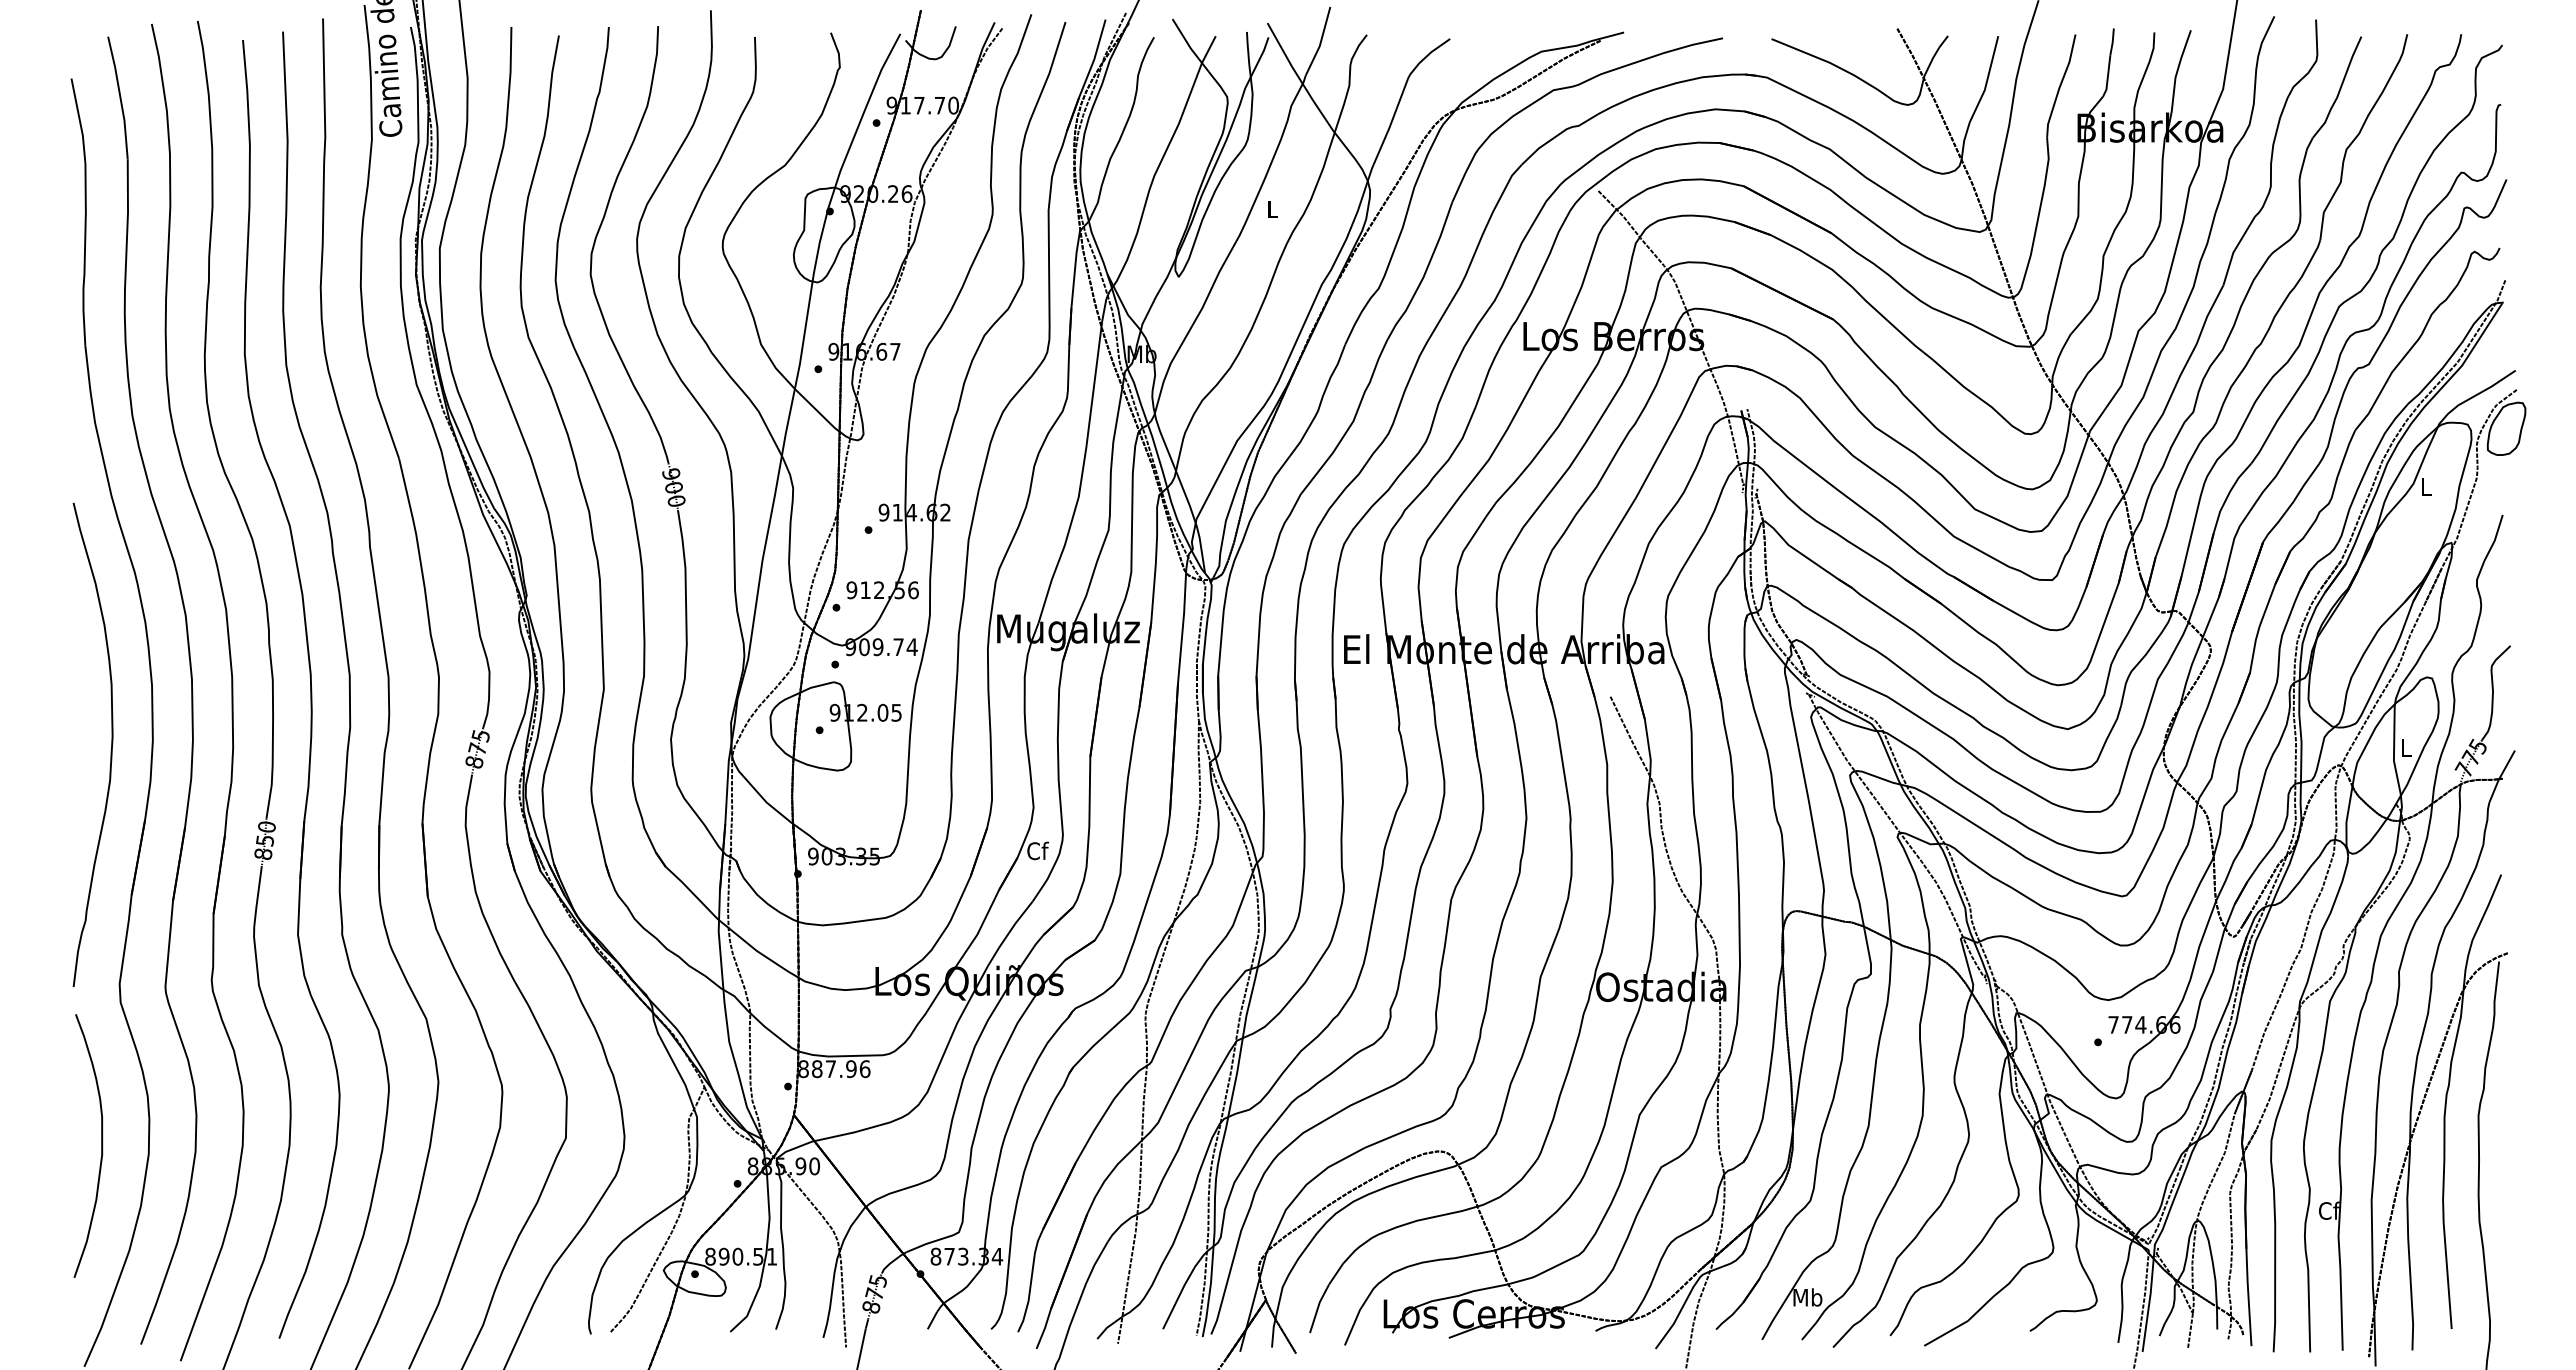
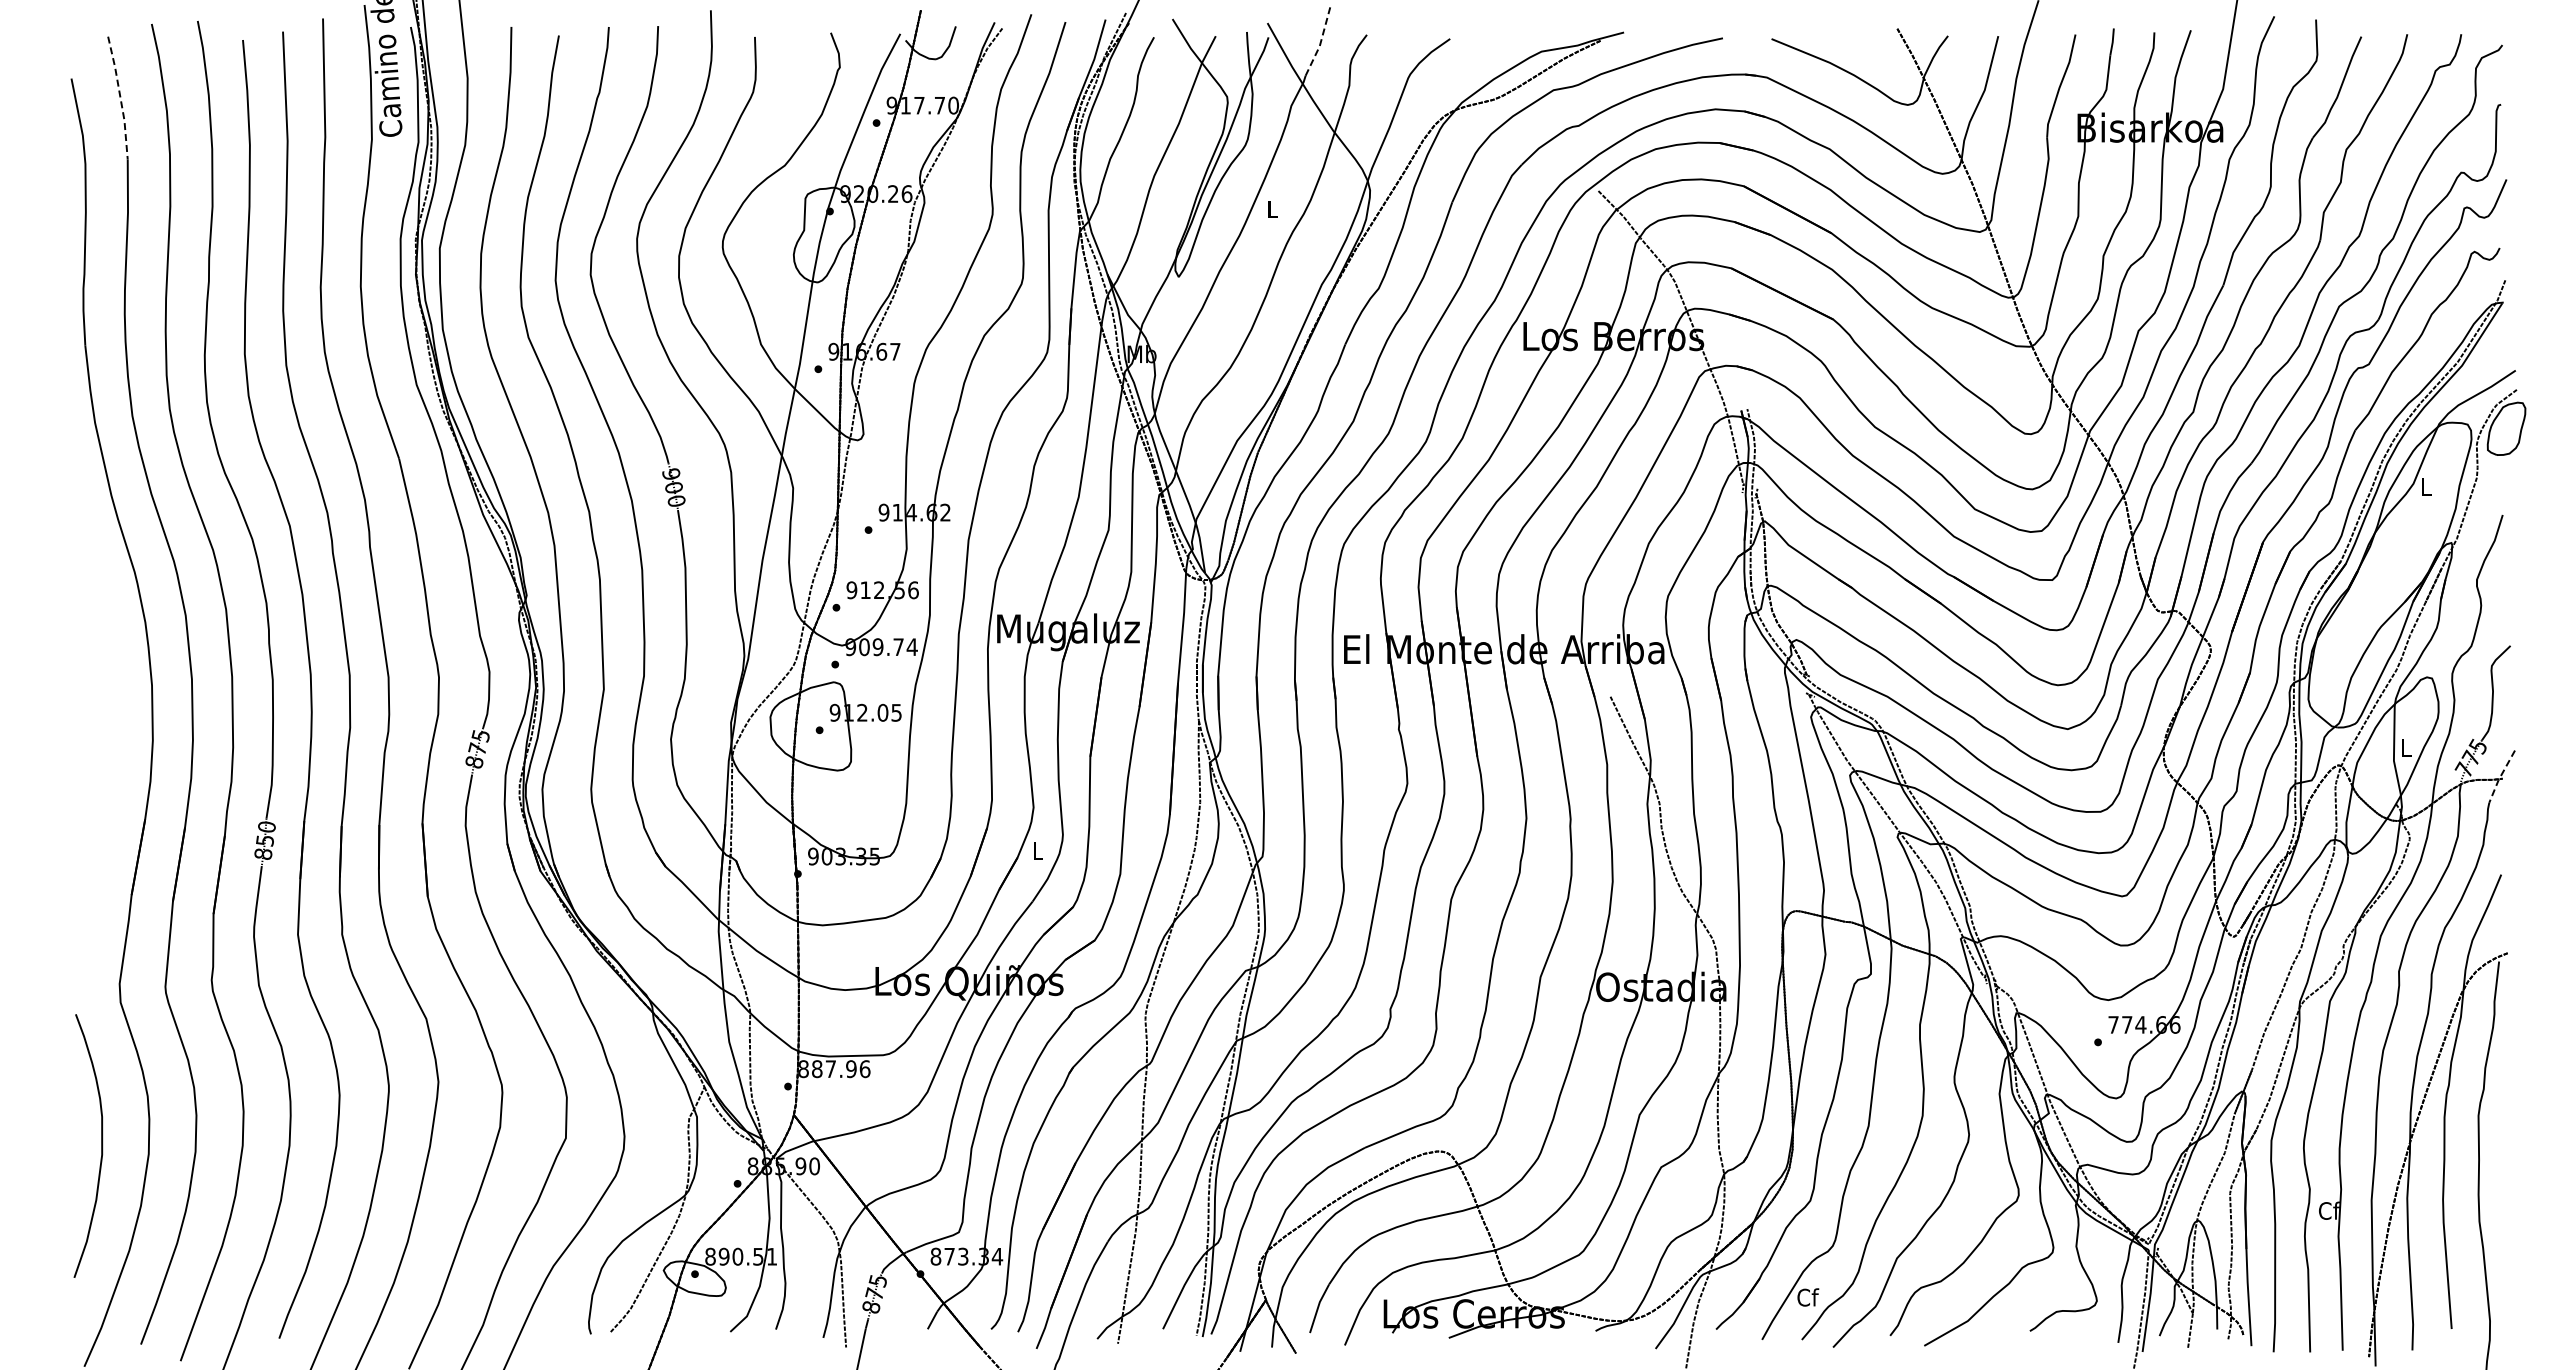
line at (1320, 42): solid -> dashed
line at (120, 97): solid -> dashed
curve at (110, 750): present -> none
line at (2500, 776): solid -> dashed
text at (1037, 850): Cf -> L
text at (1807, 1297): Mb -> Cf
